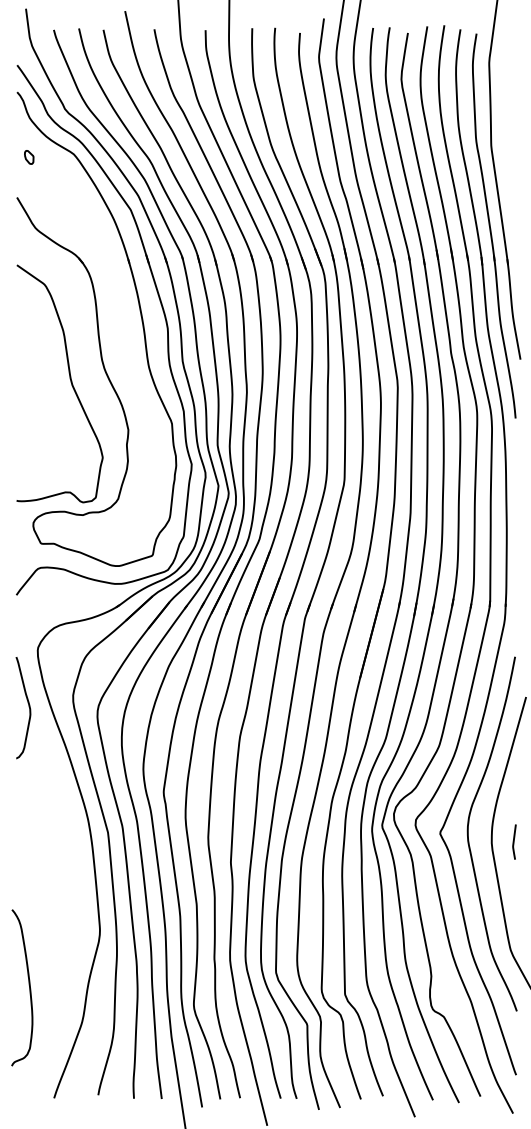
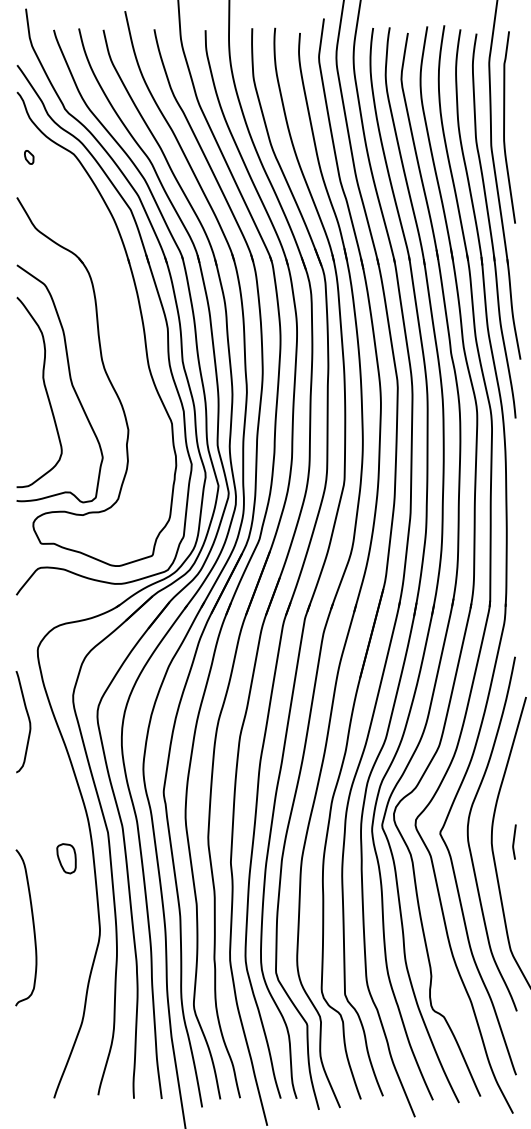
curve at (504, 127): none -> present
curve at (45, 392): none -> present
curve at (28, 707) position: (28, 707) -> (28, 721)
part at (66, 858): none -> present
curve at (28, 985) position: (28, 985) -> (32, 925)
